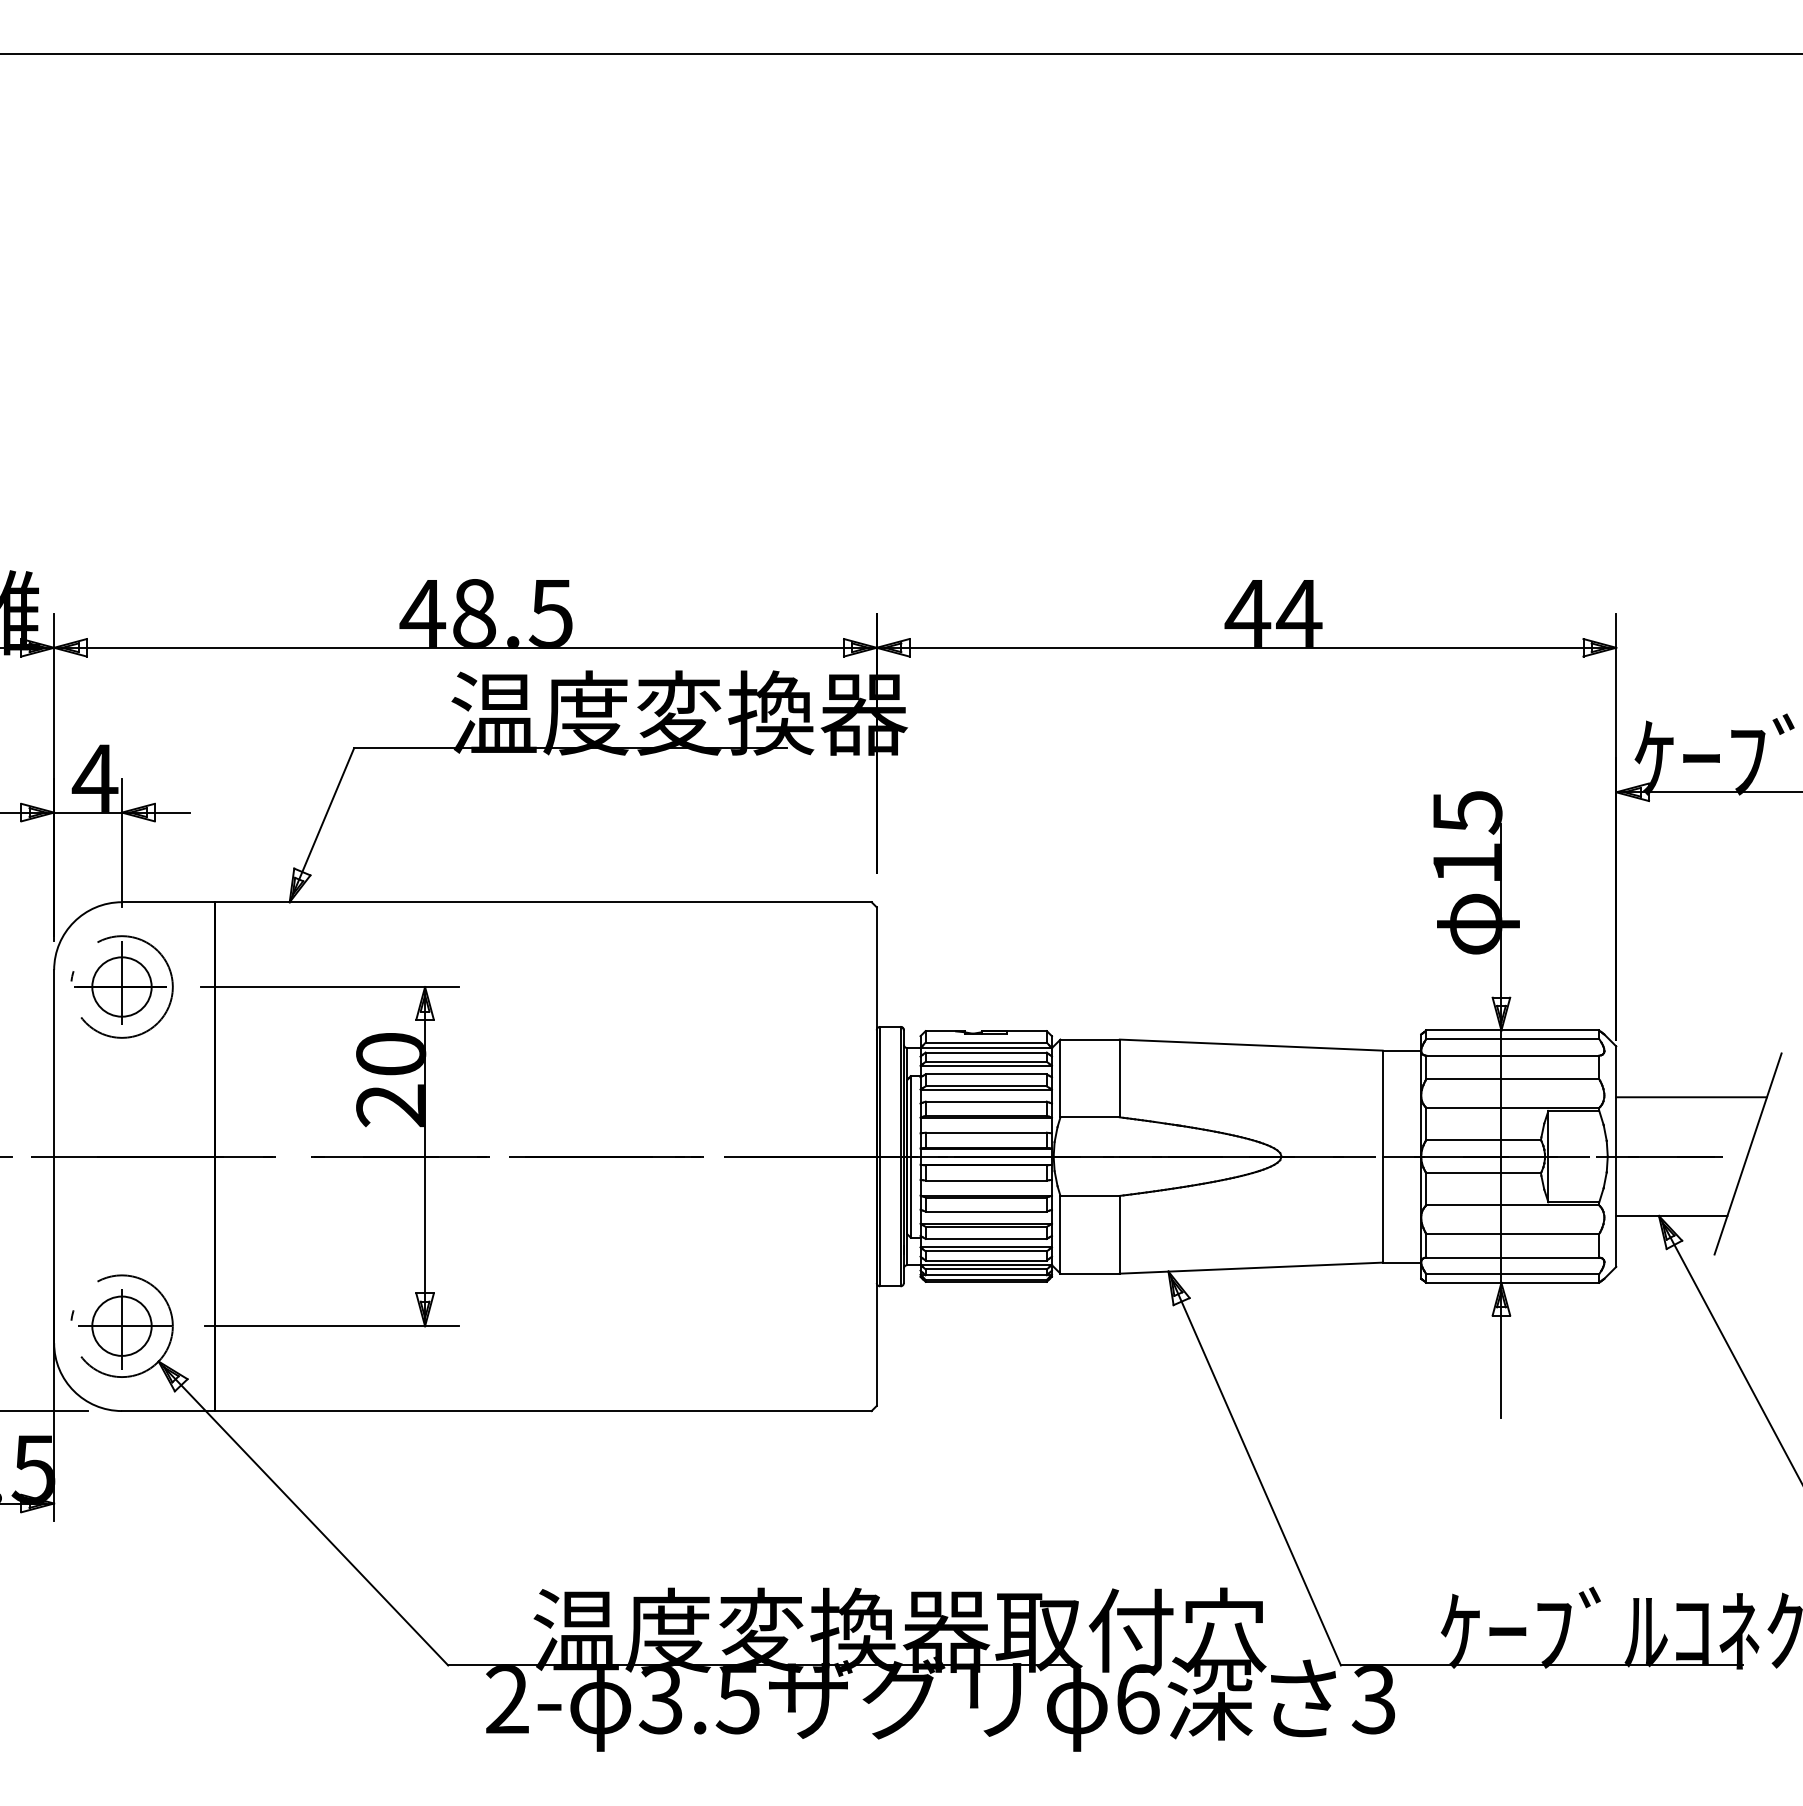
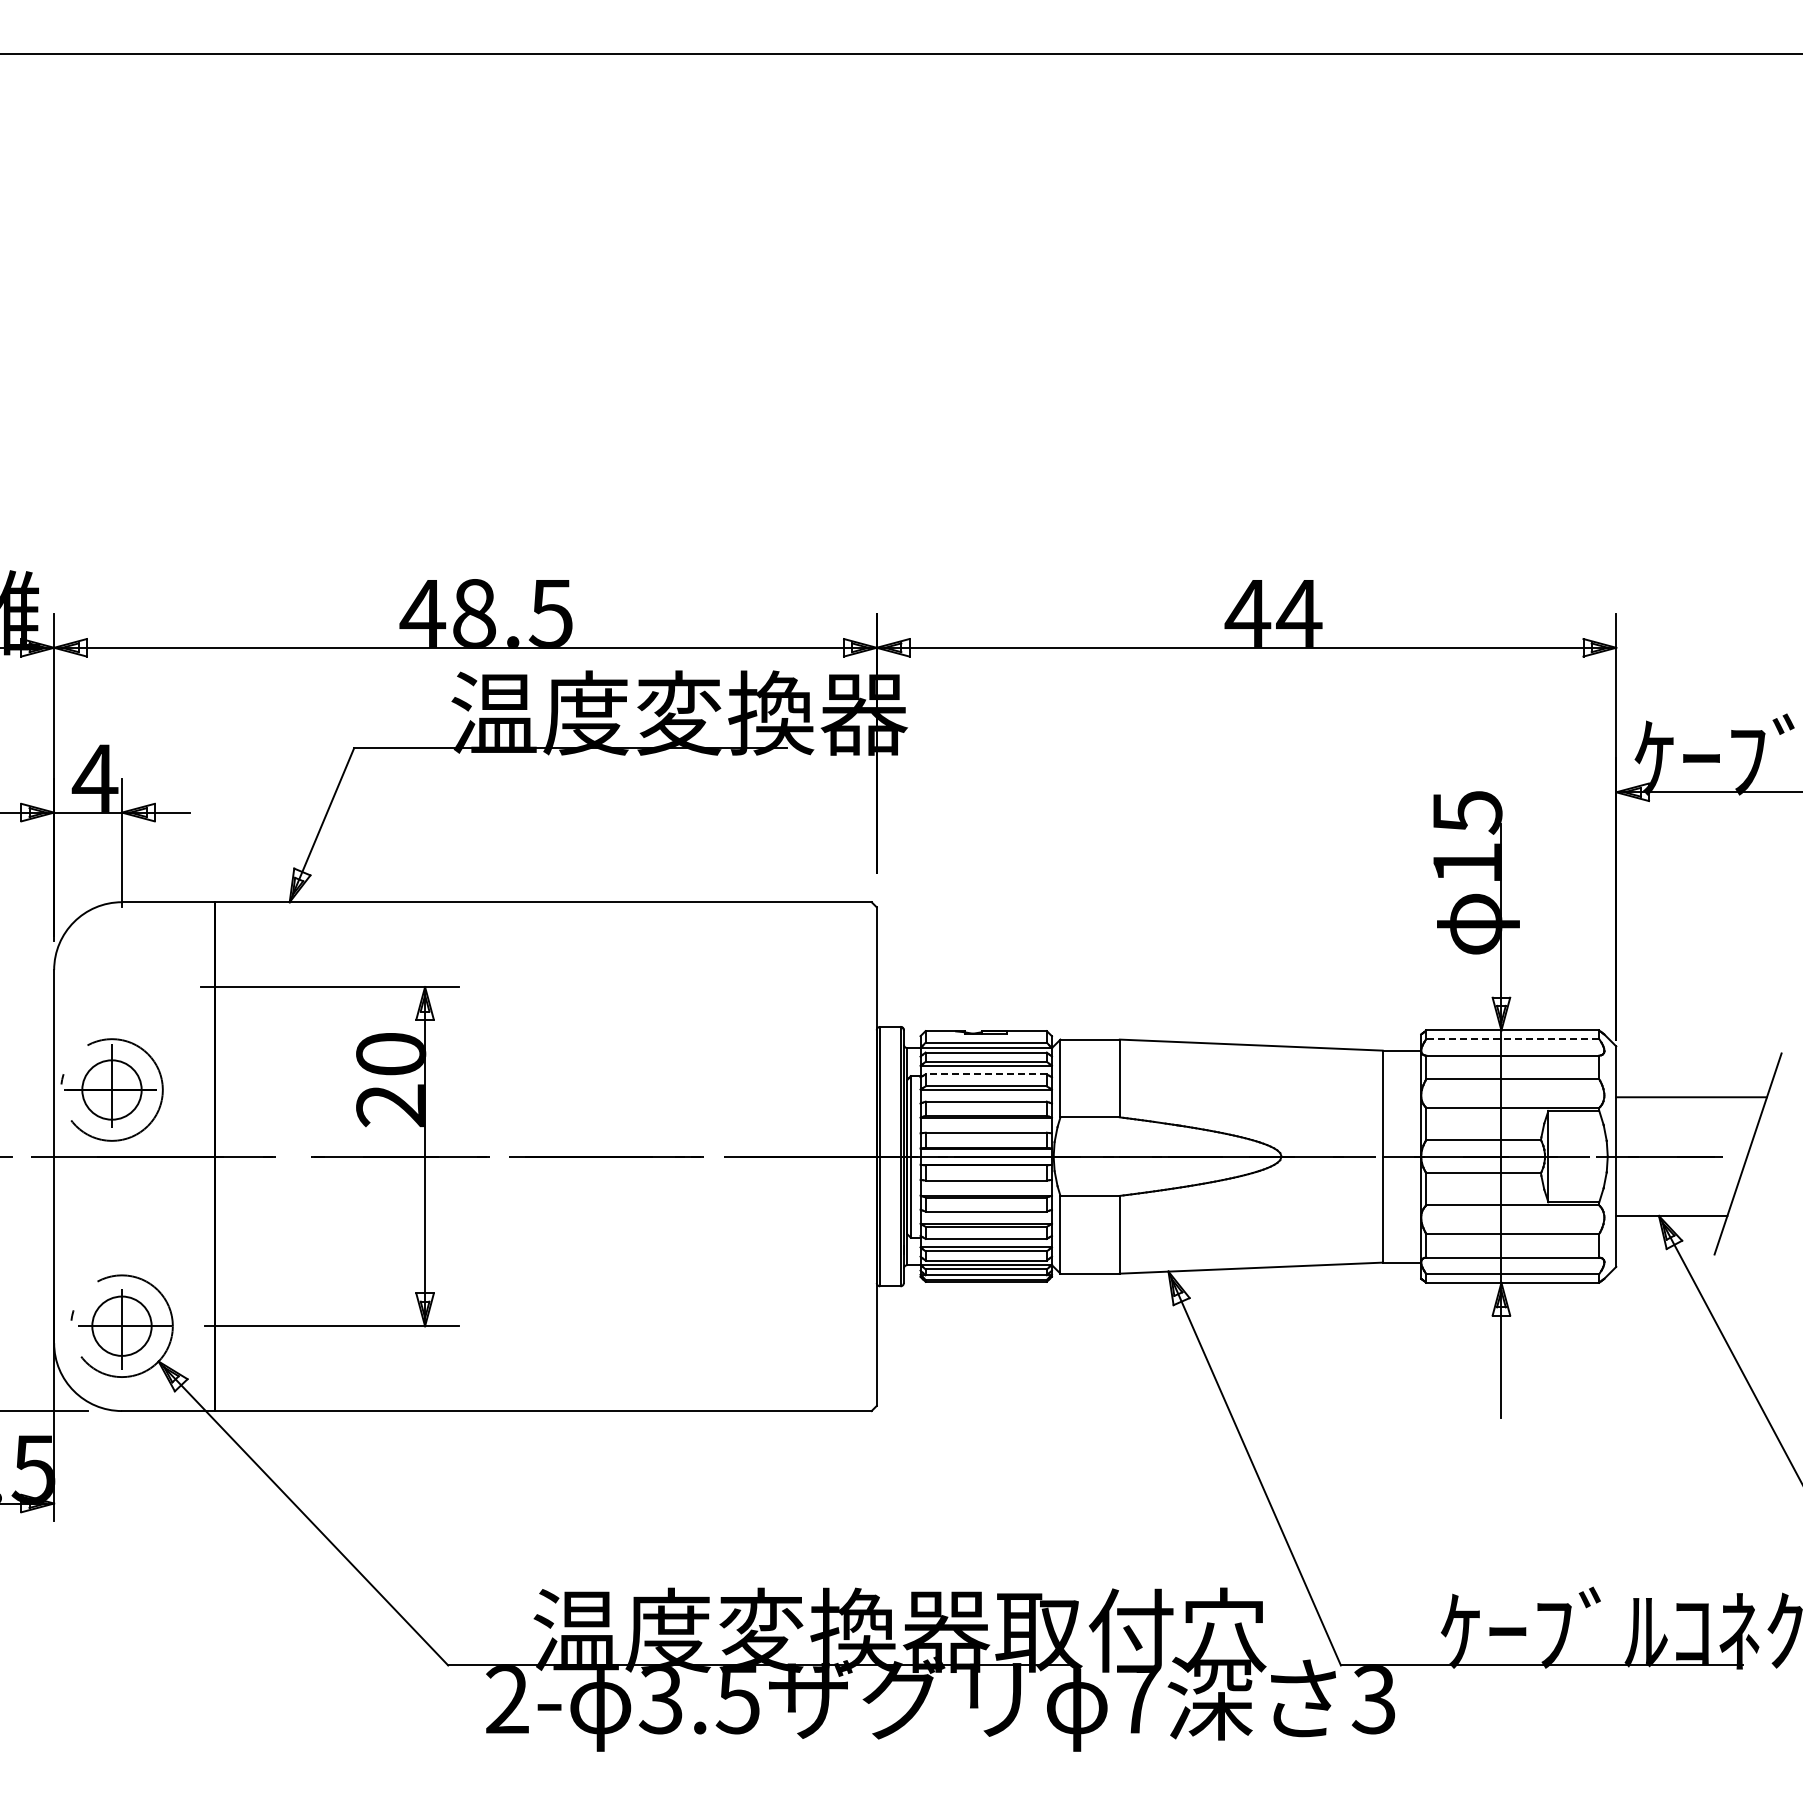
part at (121, 986) position: (121, 986) -> (111, 1089)
line at (1512, 1039): solid -> dashed
line at (986, 1074): solid -> dashed
text at (1138, 1699): 6 -> 7
